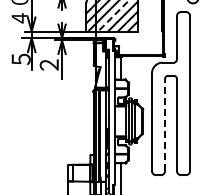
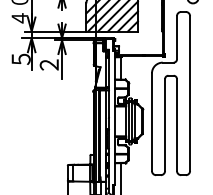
line at (113, 16): dashed -> solid
line at (165, 125): dashed -> solid
